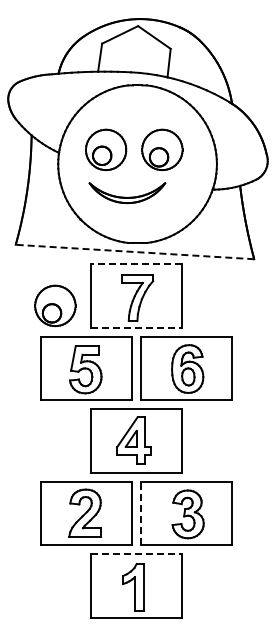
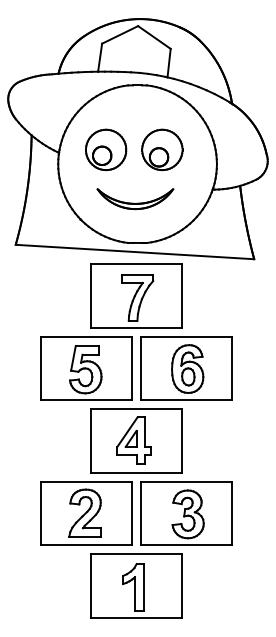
part at (127, 193) position: (127, 193) -> (135, 199)
line at (134, 252): dashed -> solid
line at (136, 264): dashed -> solid
part at (55, 305): present -> none
line at (137, 327): dashed -> solid
line at (141, 513): dashed -> solid
line at (137, 554): dashed -> solid
